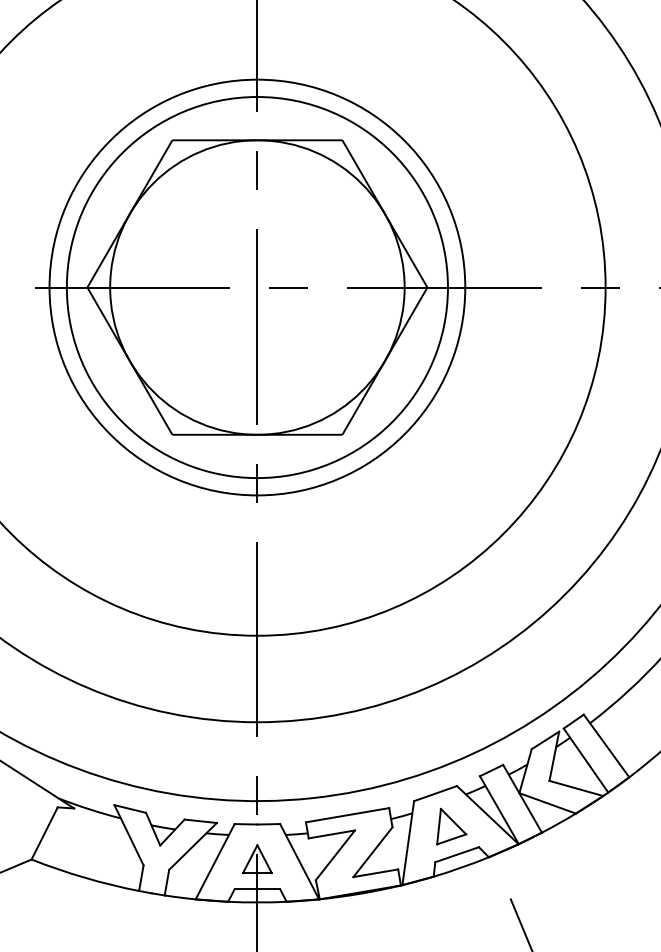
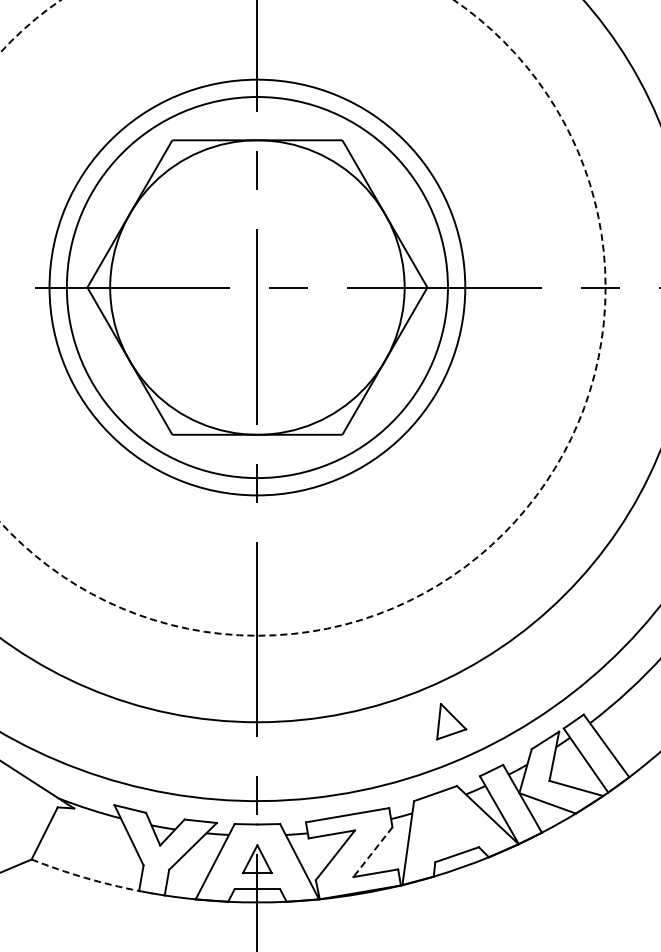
circle at (302, 317): solid -> dashed
part at (451, 826) position: (451, 826) -> (451, 721)
line at (372, 852): solid -> dashed
arc at (84, 877): solid -> dashed
line at (520, 923): present -> none
